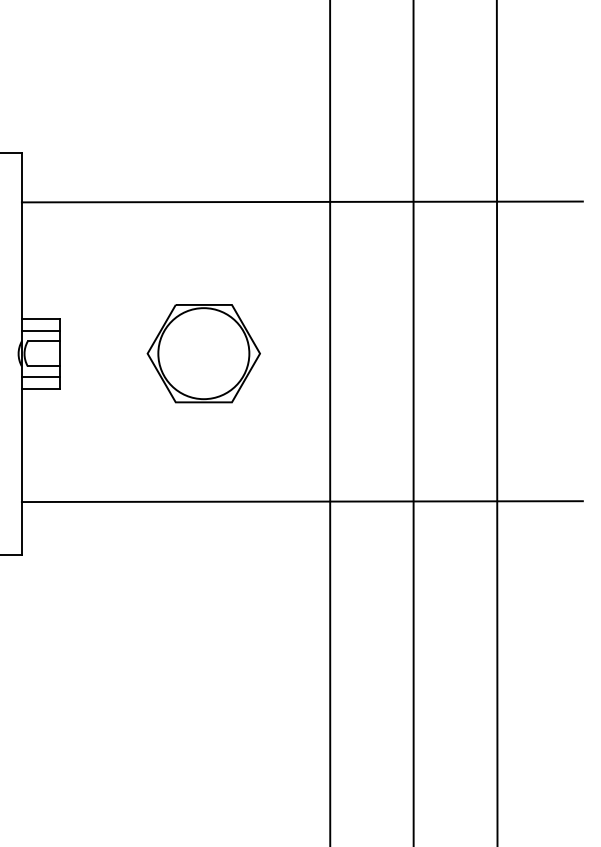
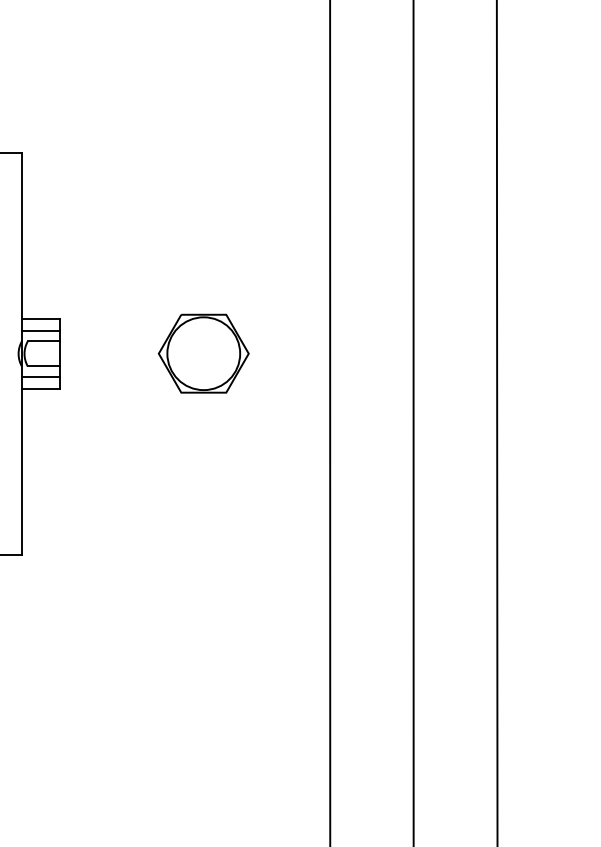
line at (301, 201): present -> none
part at (203, 353) size: 115x100 px -> 93x81 px
line at (301, 501): present -> none
